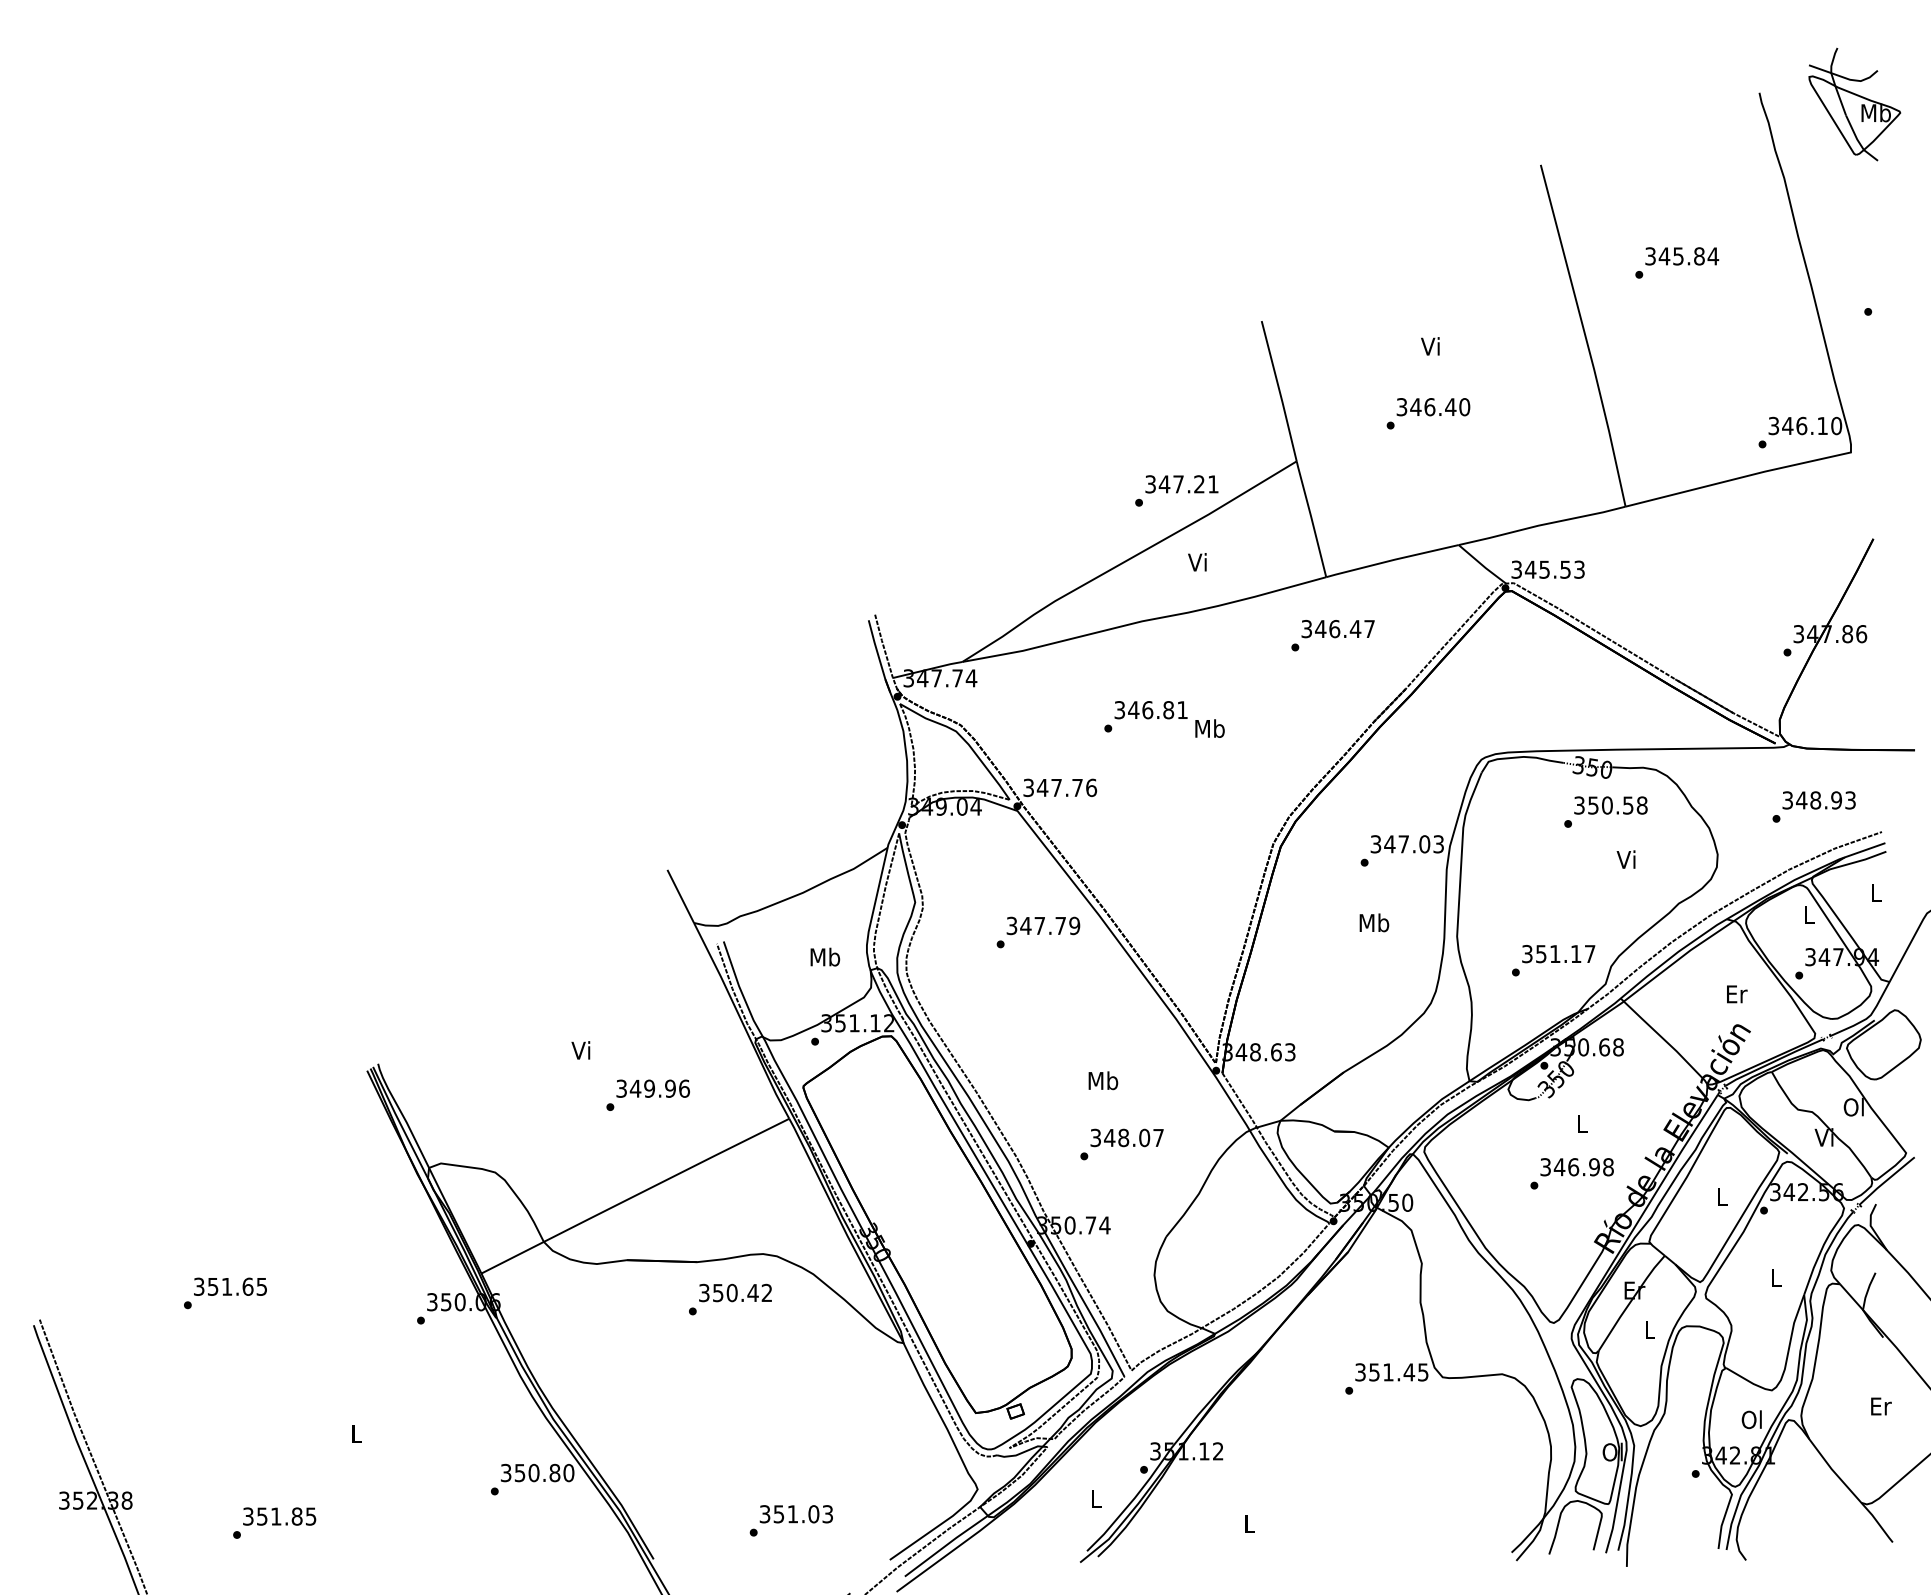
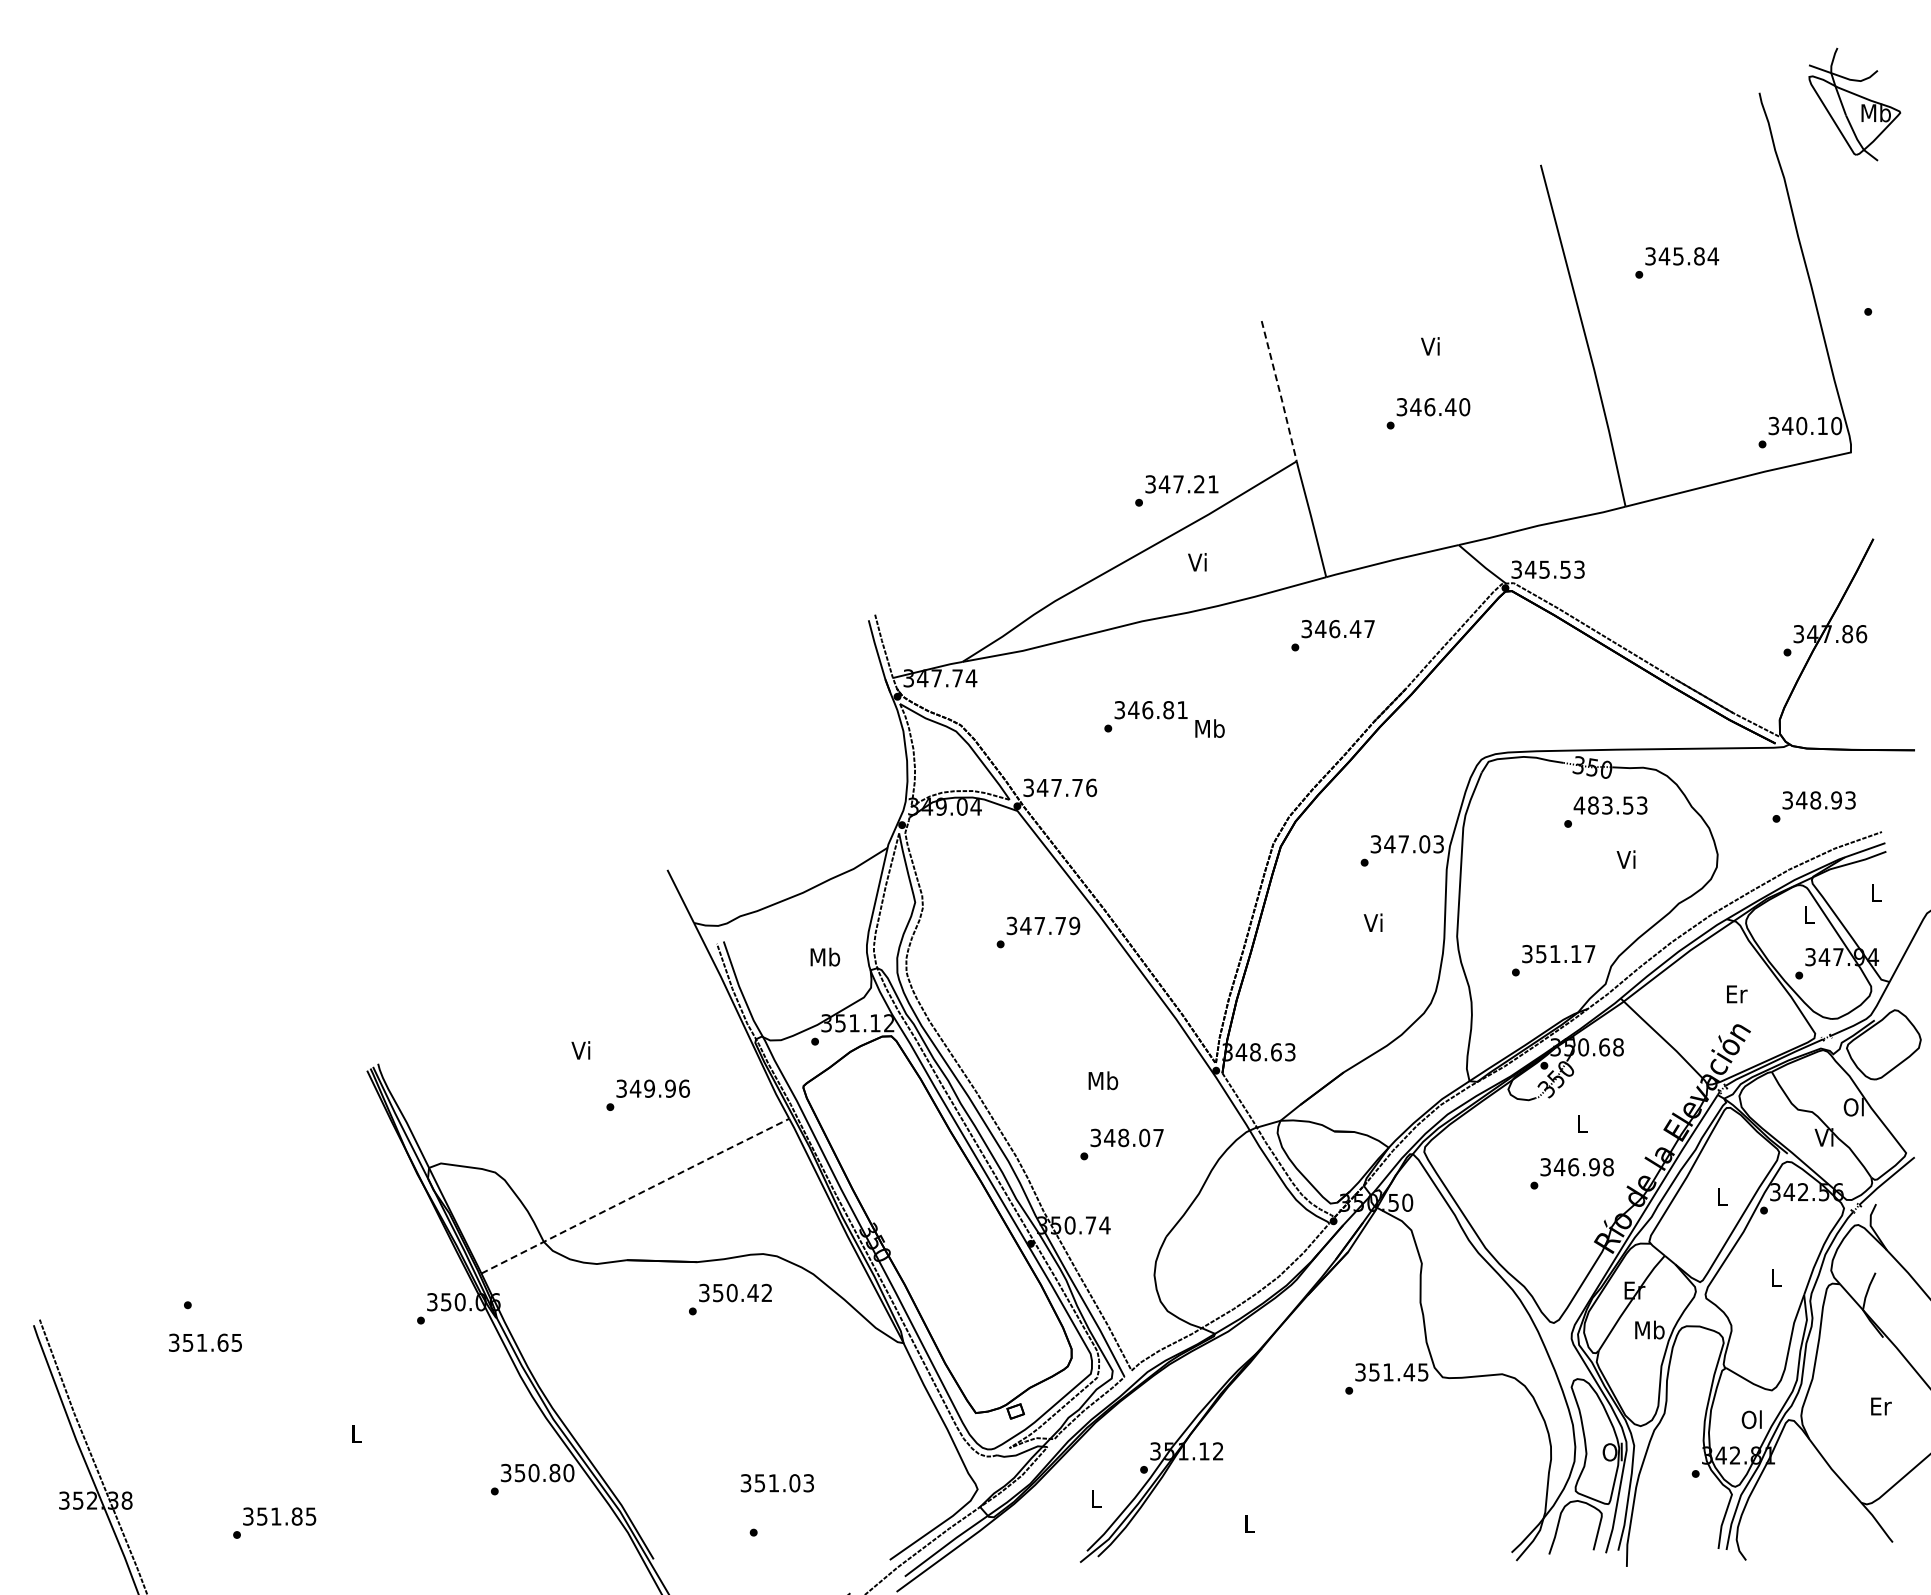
line at (1279, 392): solid -> dashed
text at (1801, 425): 346.10 -> 340.10
text at (1610, 805): 350.58 -> 483.53
text at (1374, 922): Mb -> Vi
line at (635, 1195): solid -> dashed
text at (230, 1286) position: (230, 1286) -> (205, 1342)
text at (1649, 1329): L -> Mb
text at (795, 1514) position: (795, 1514) -> (776, 1483)
